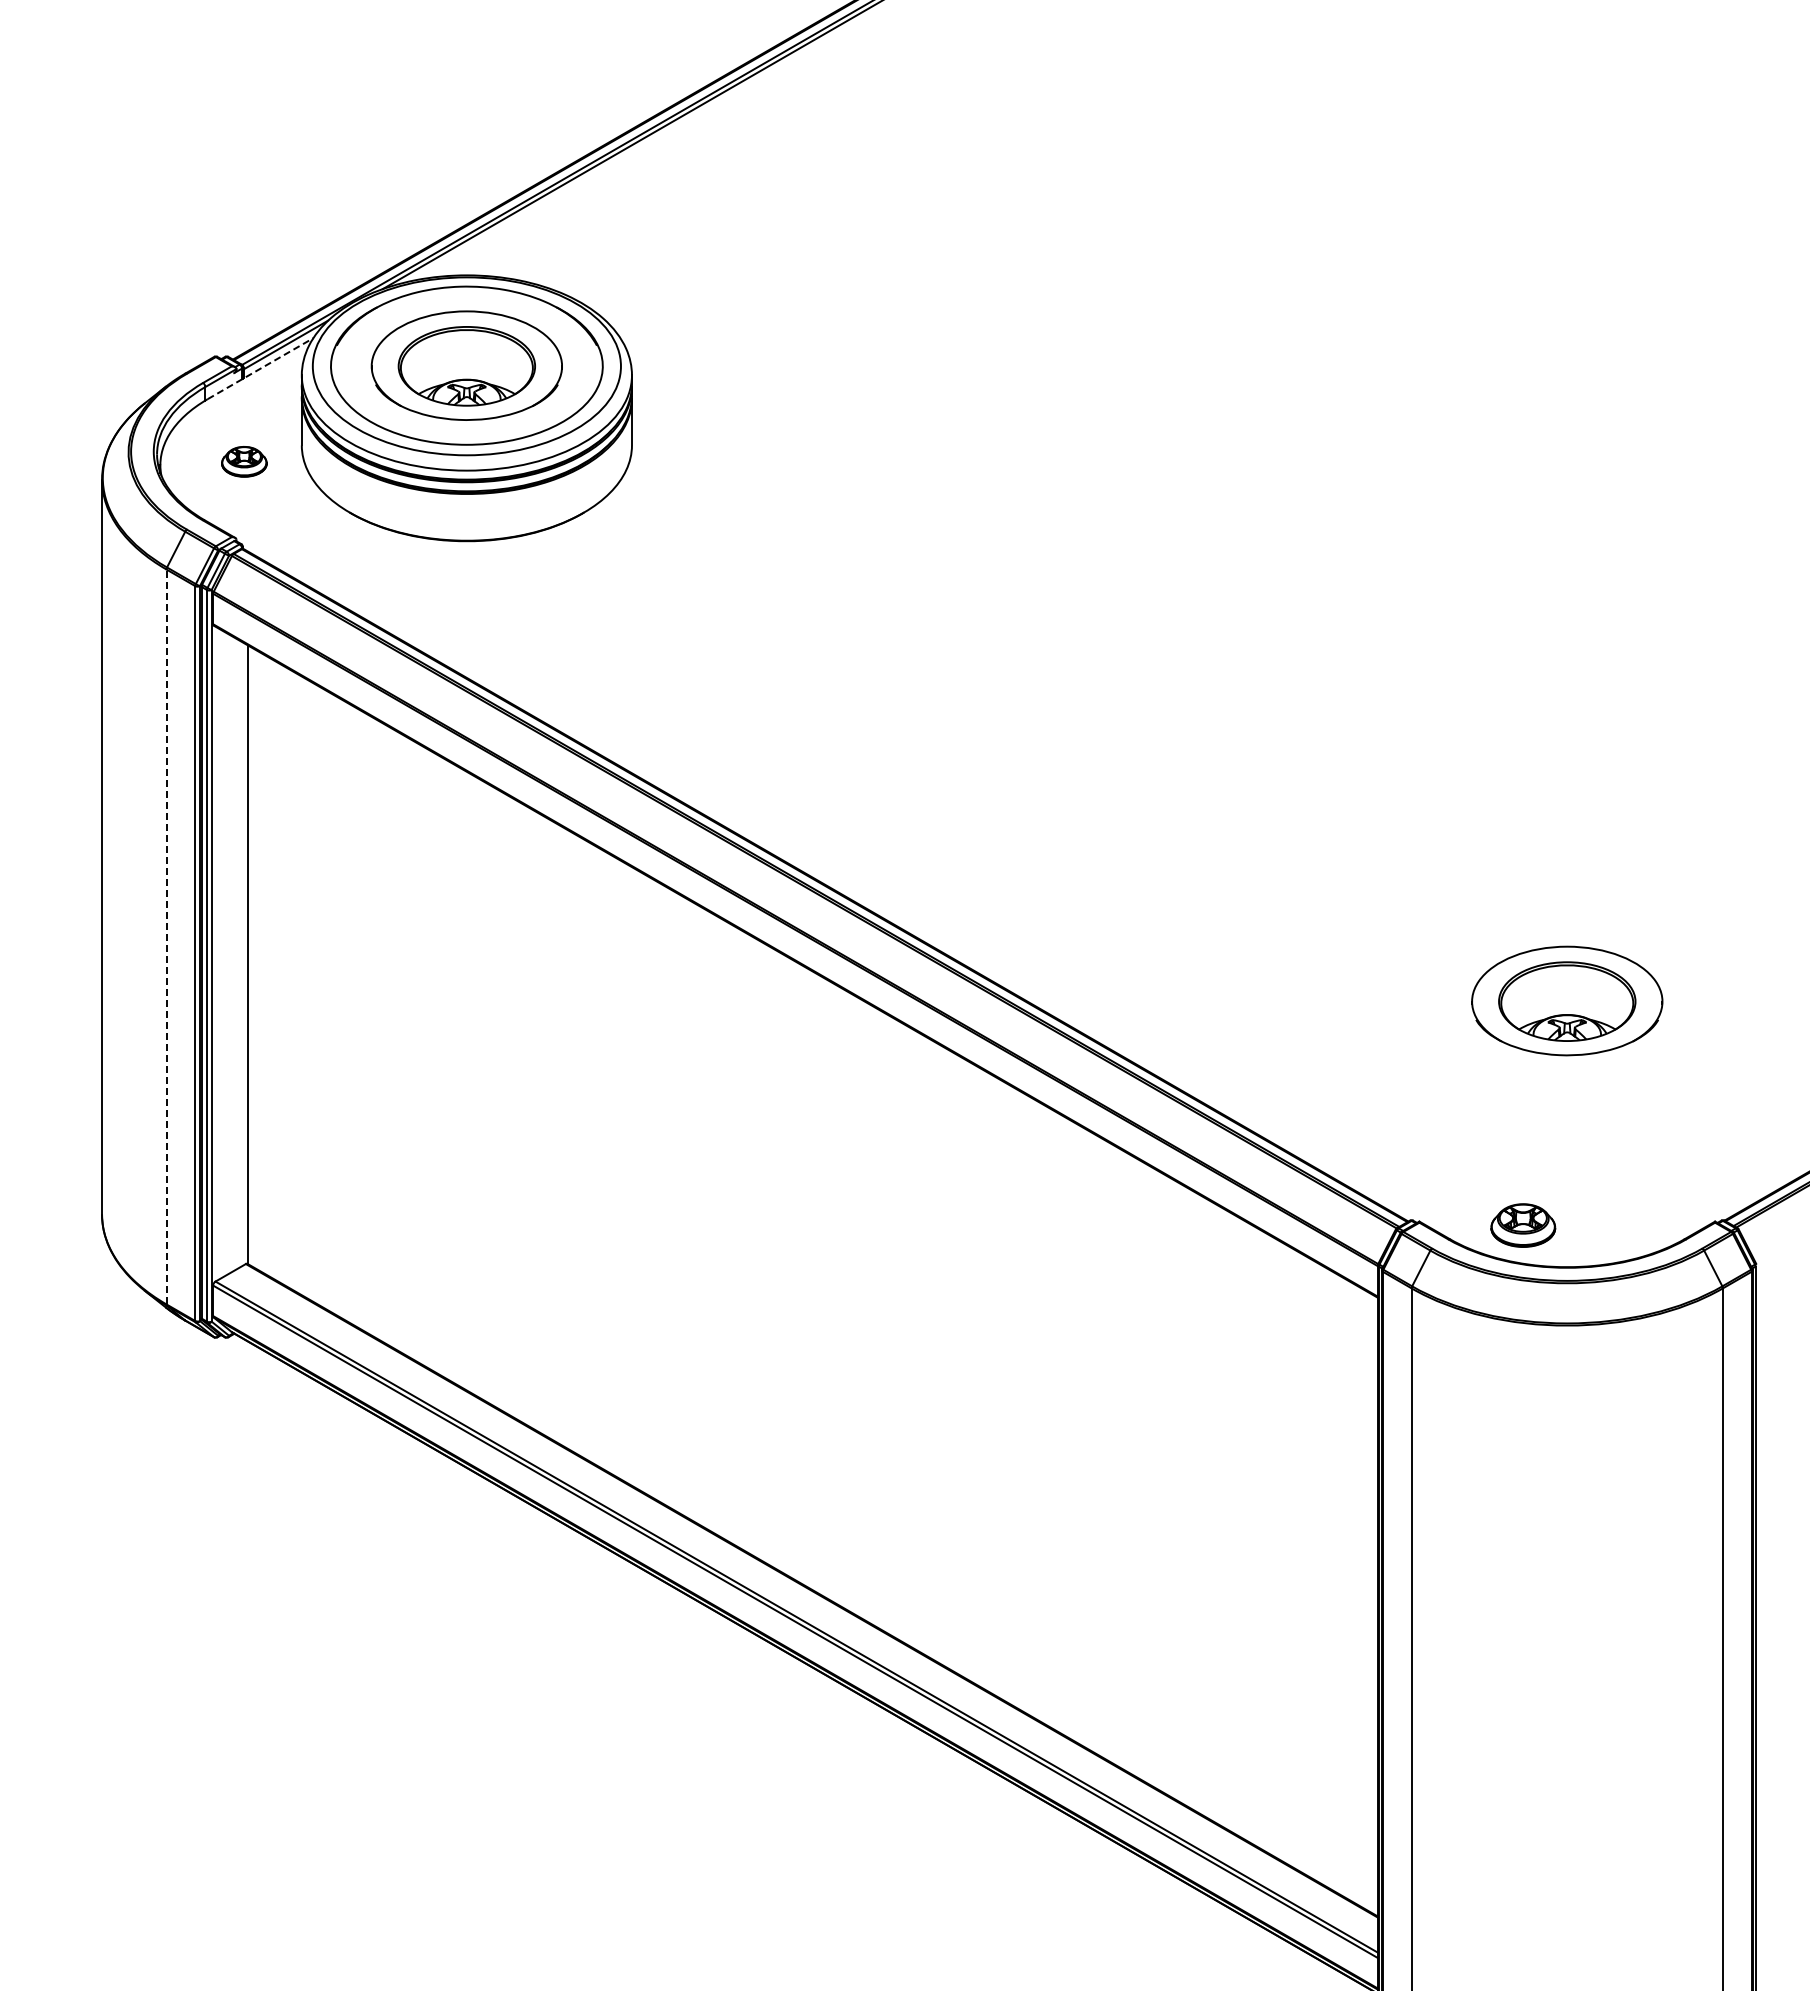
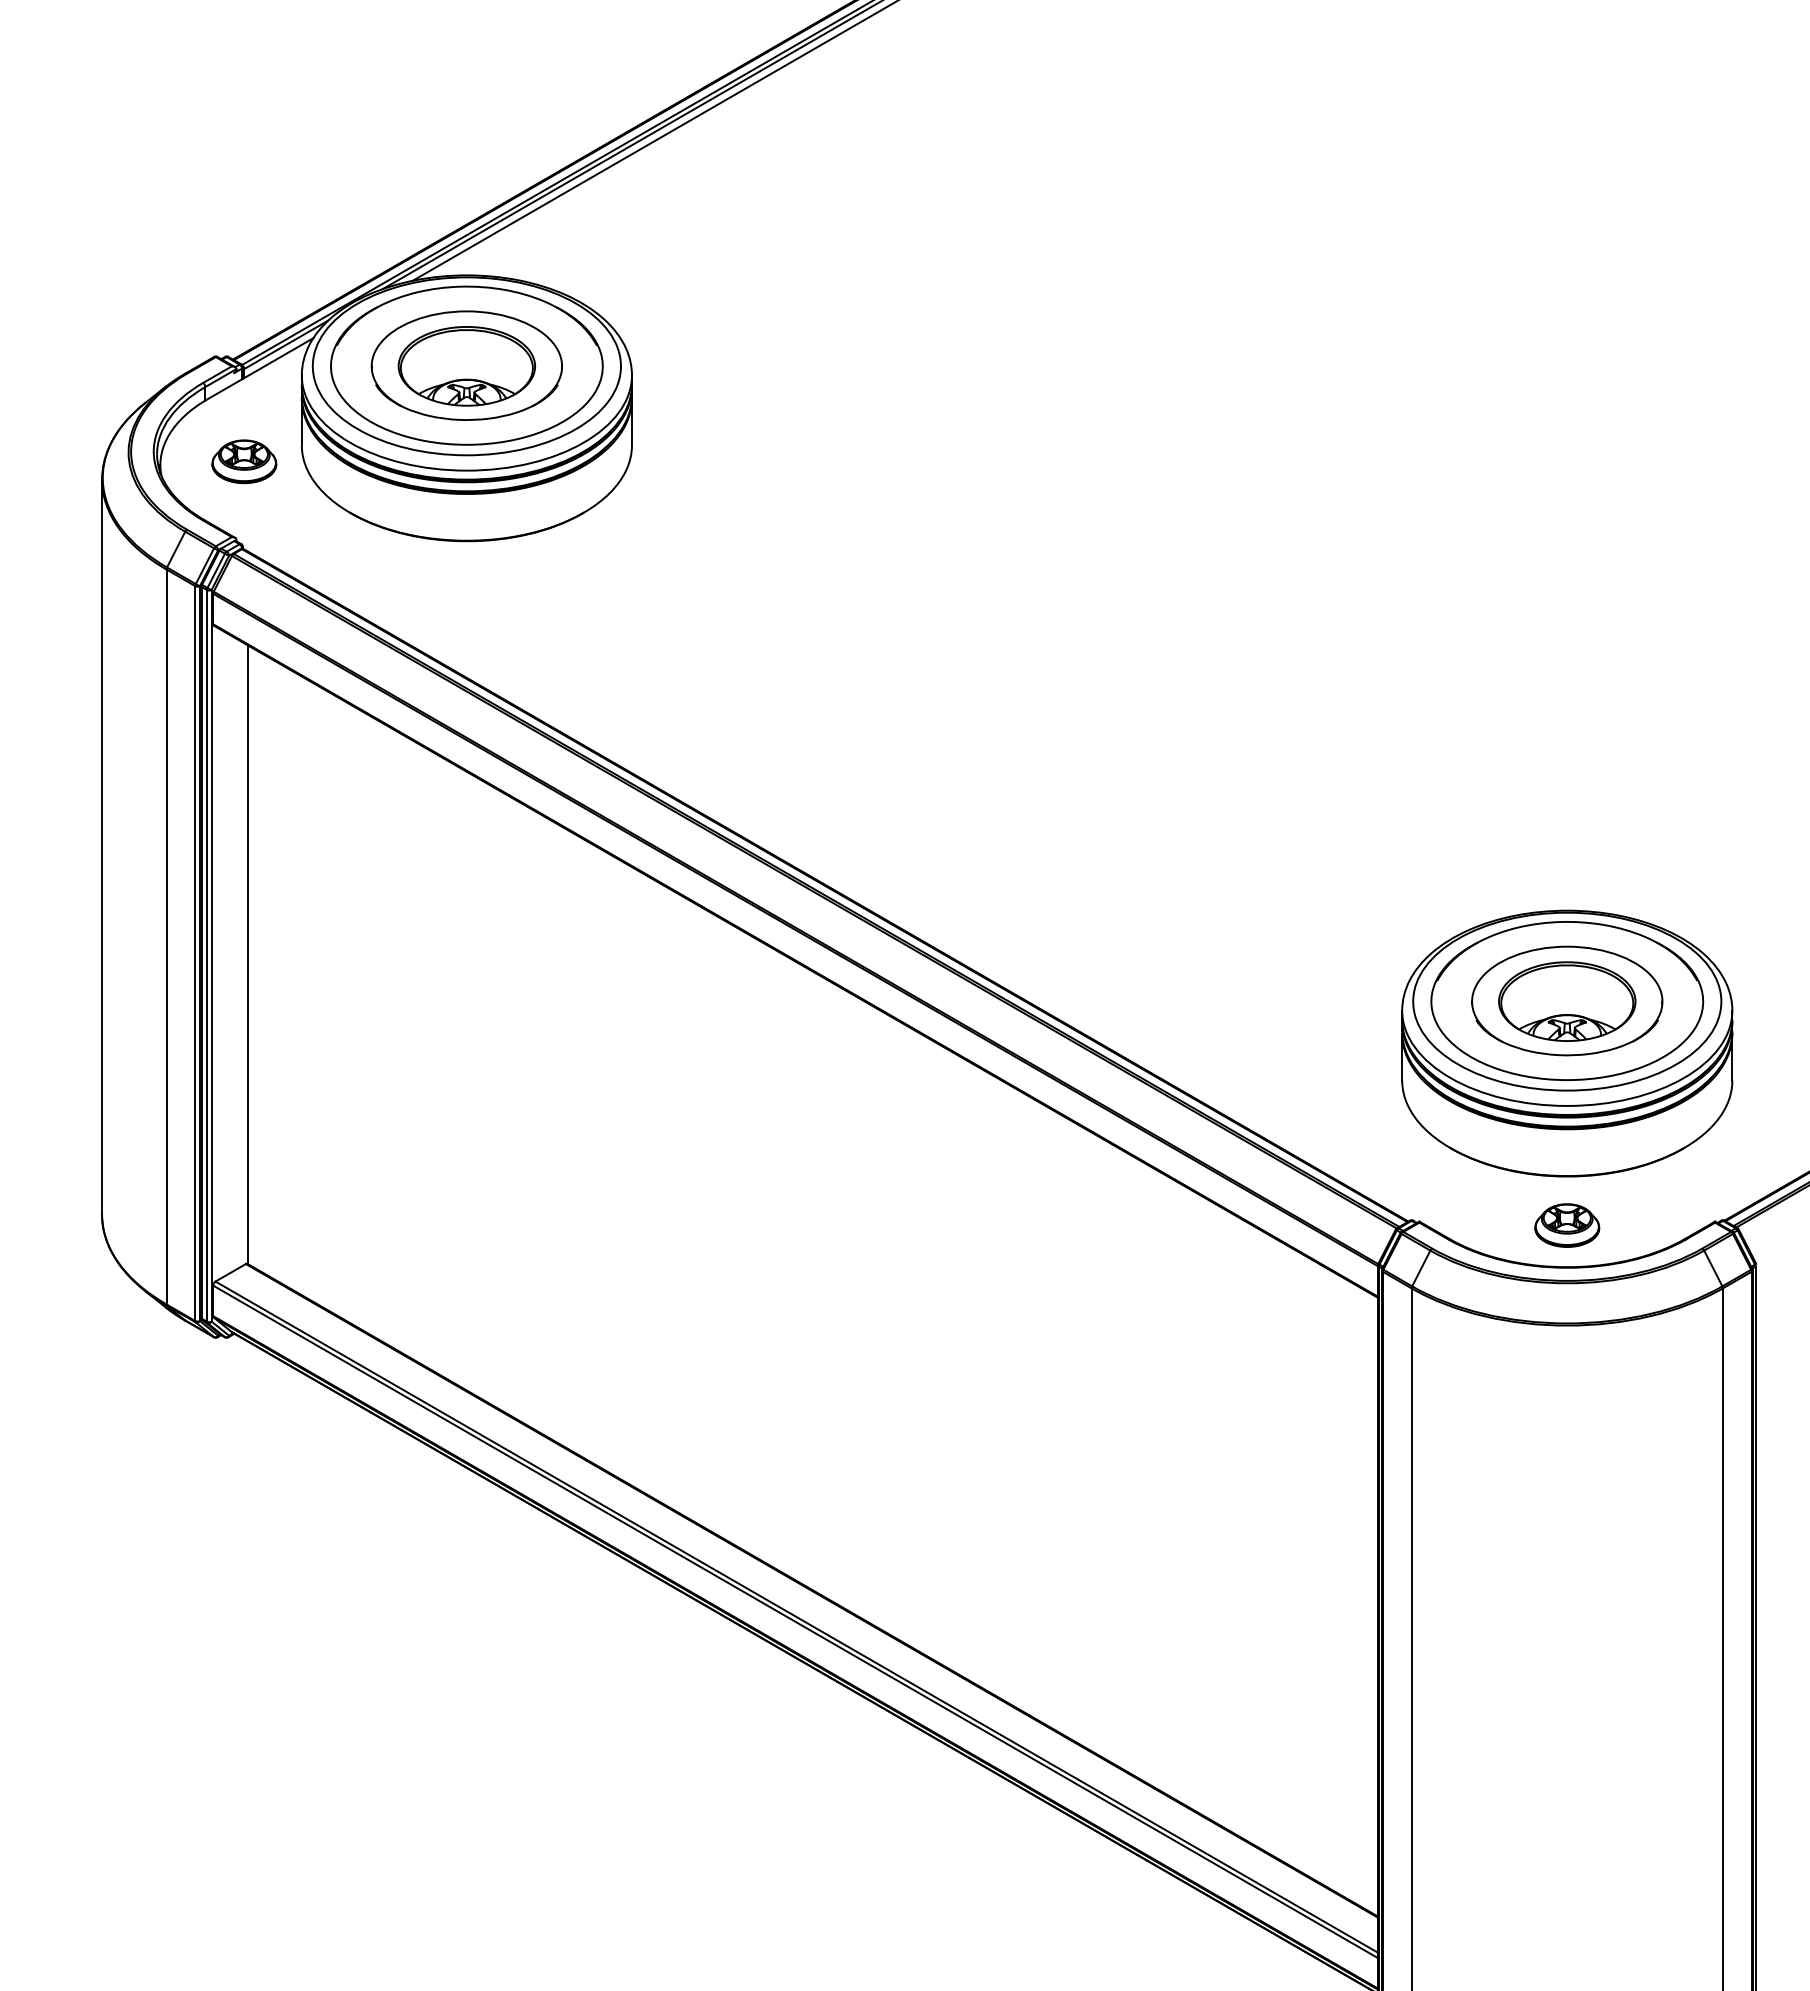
line at (653, 141): none -> present
line at (260, 368): dashed -> solid
part at (244, 461) size: 47x32 px -> 67x46 px
line at (166, 936): dashed -> solid
part at (1567, 1043): none -> present
part at (1523, 1225) position: (1523, 1225) -> (1567, 1225)
